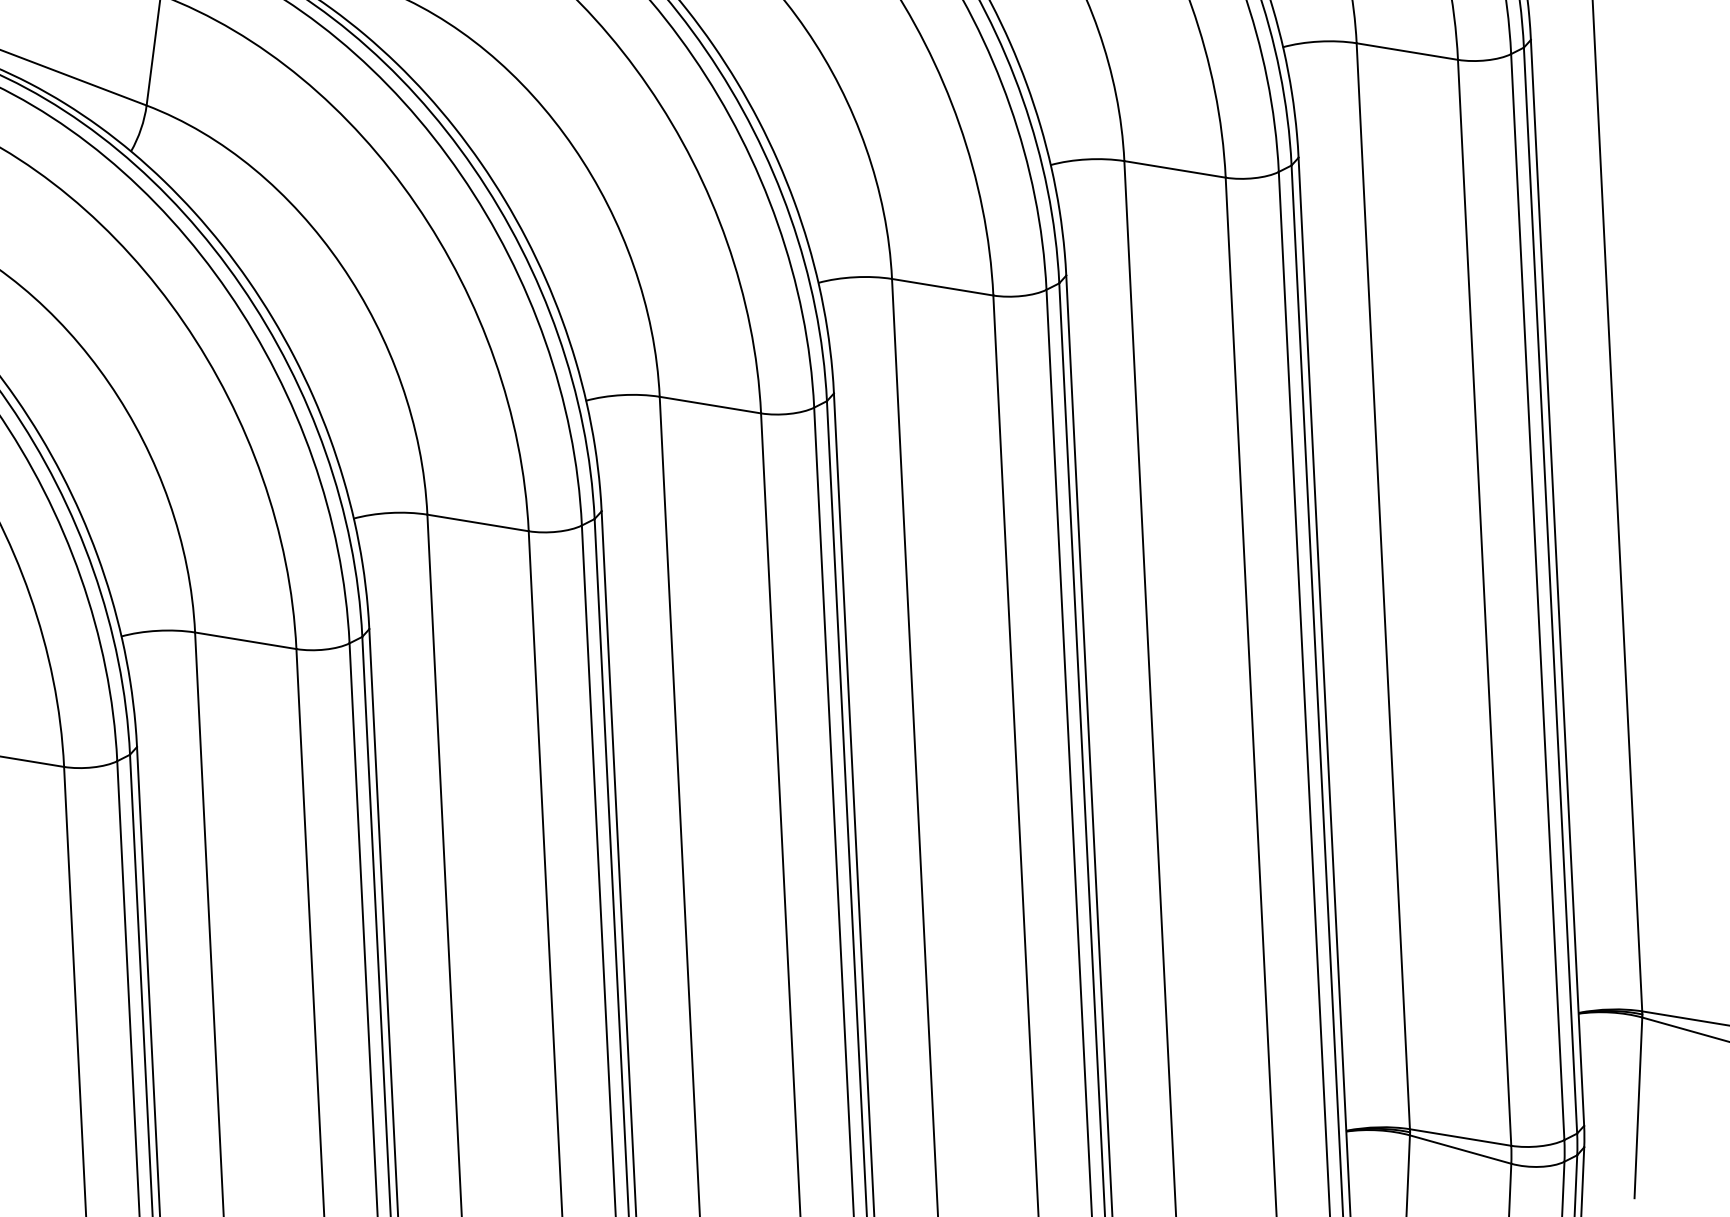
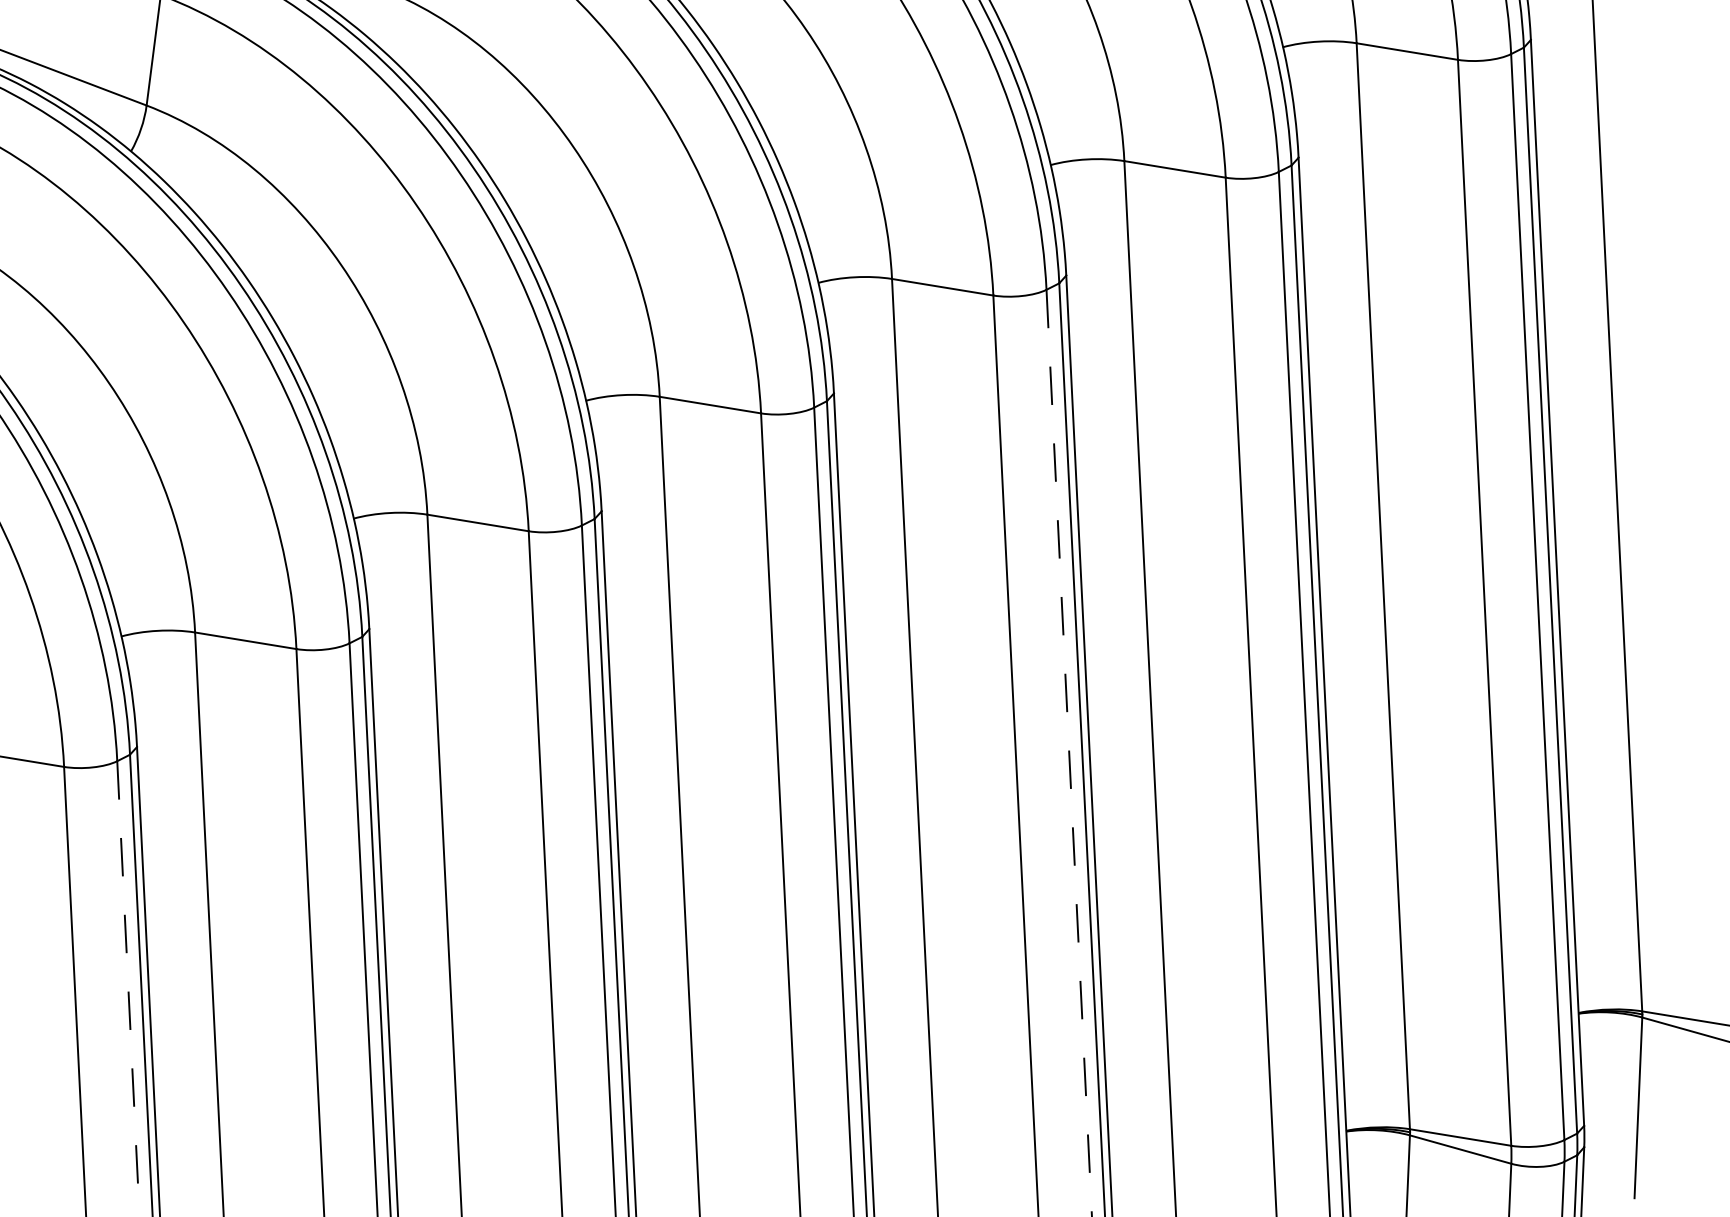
line at (1069, 752): solid -> dashed
line at (128, 988): solid -> dashed
